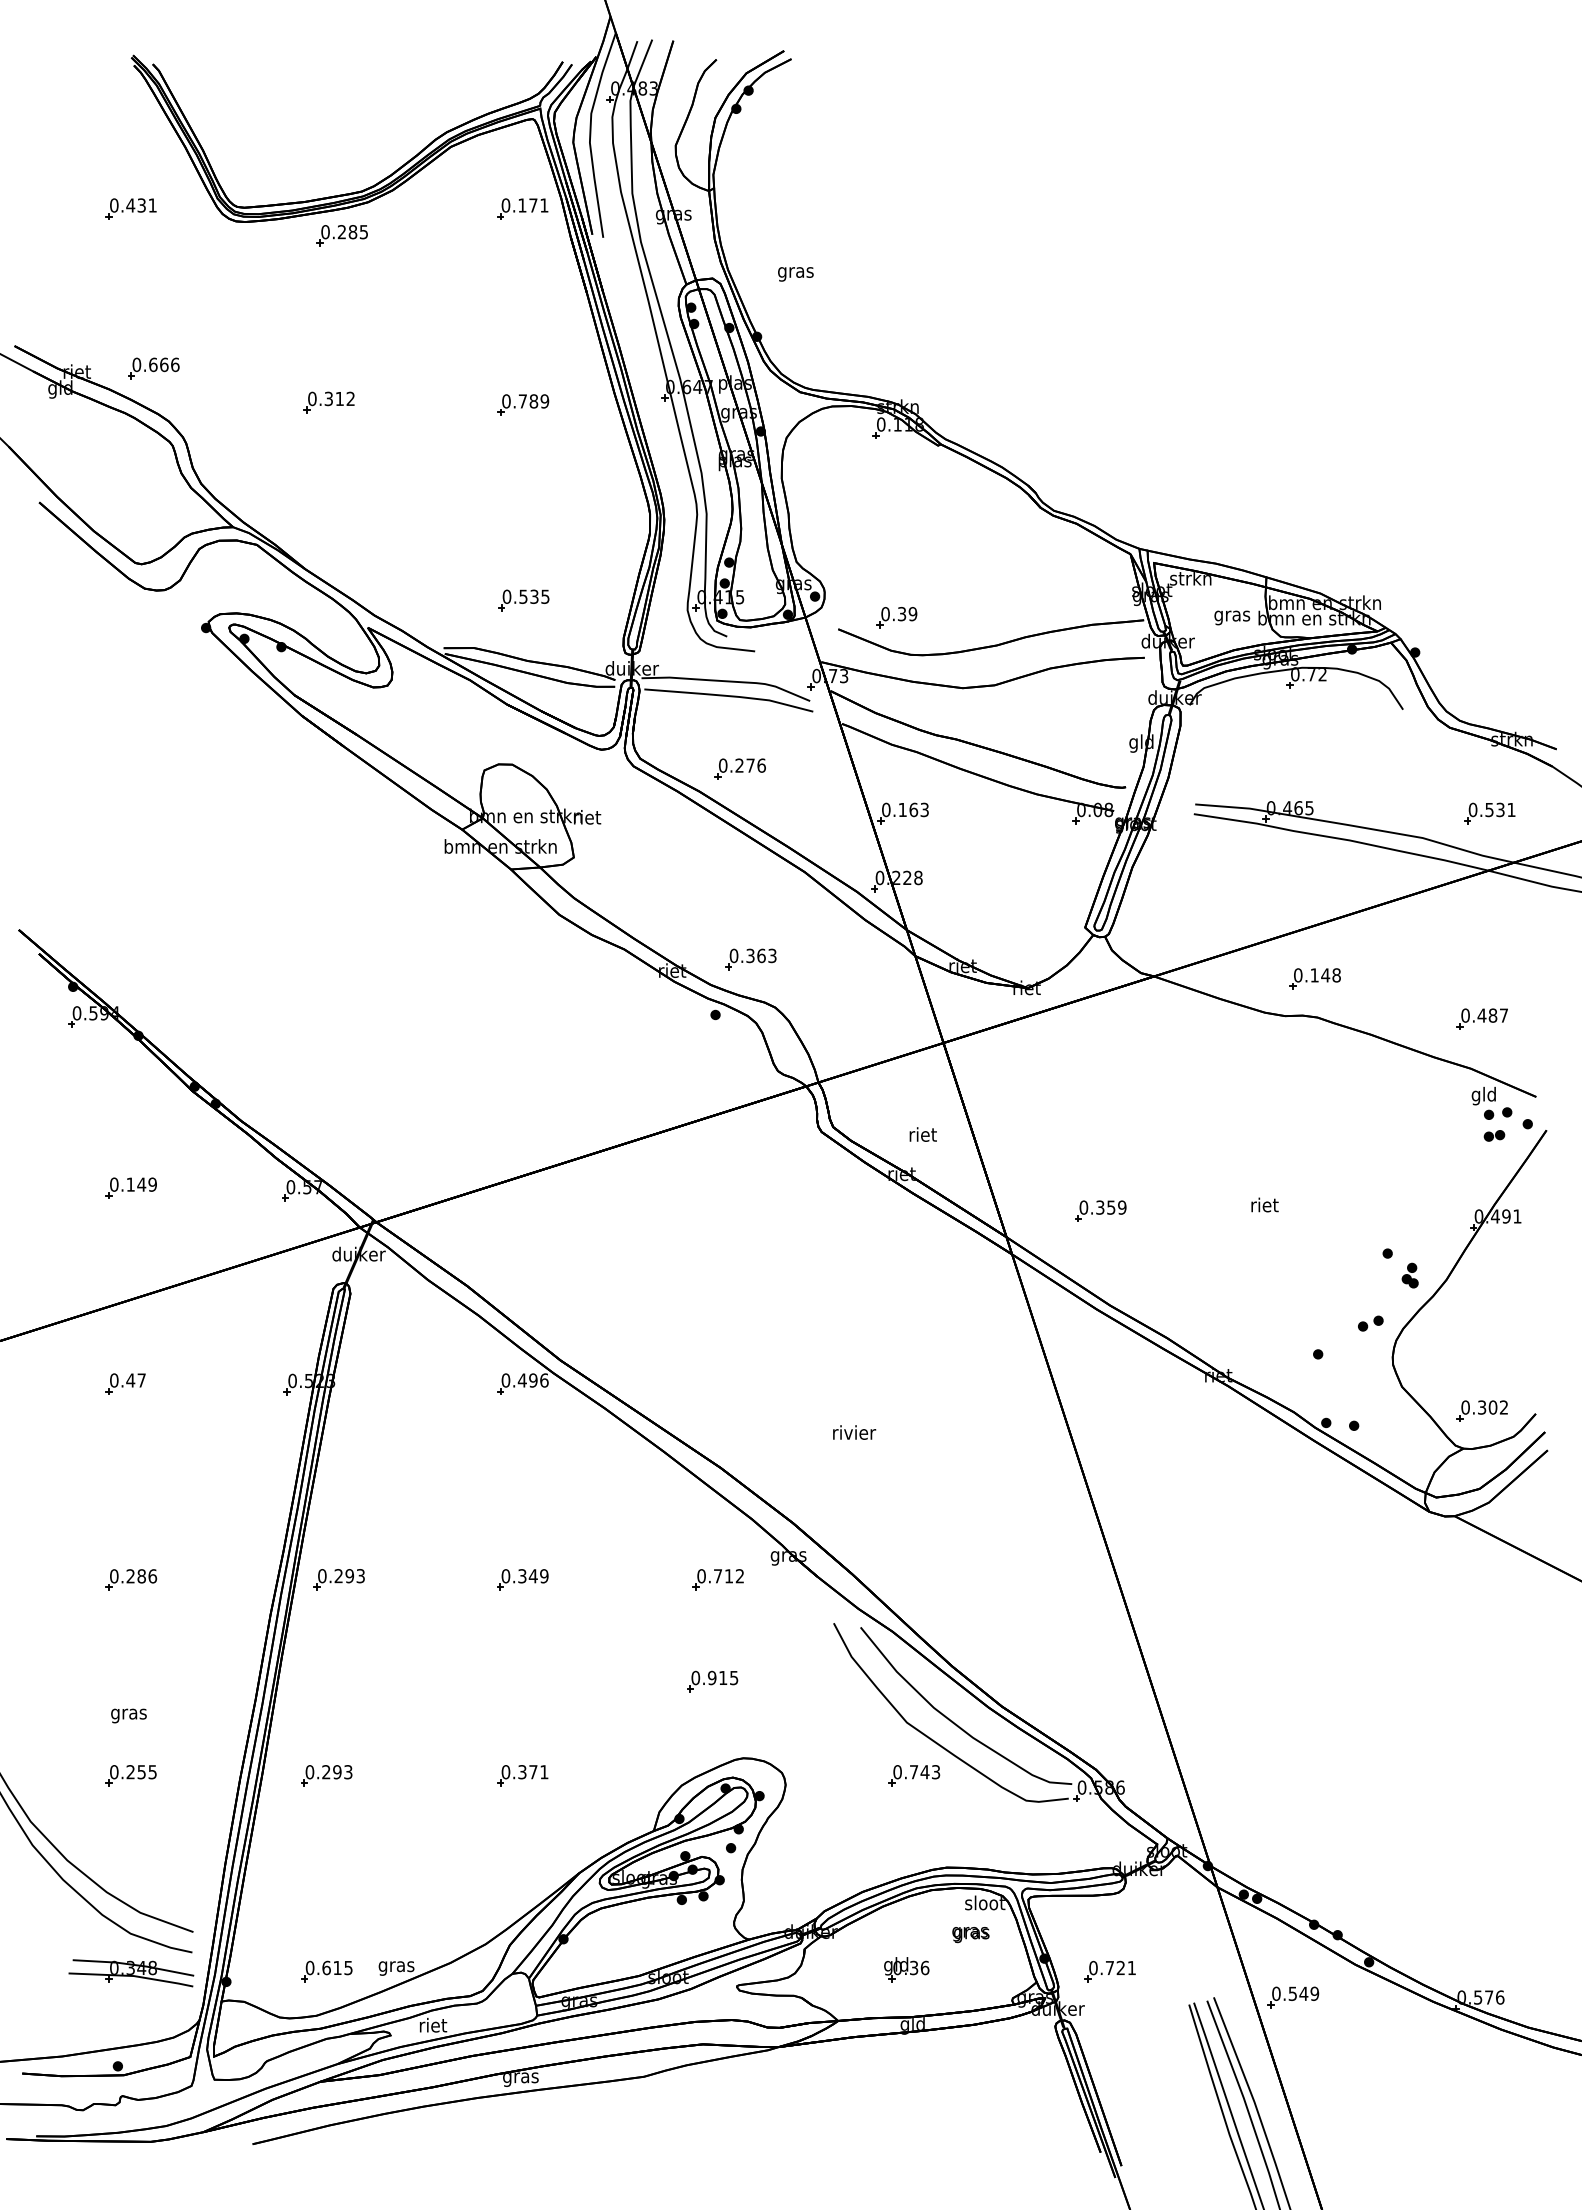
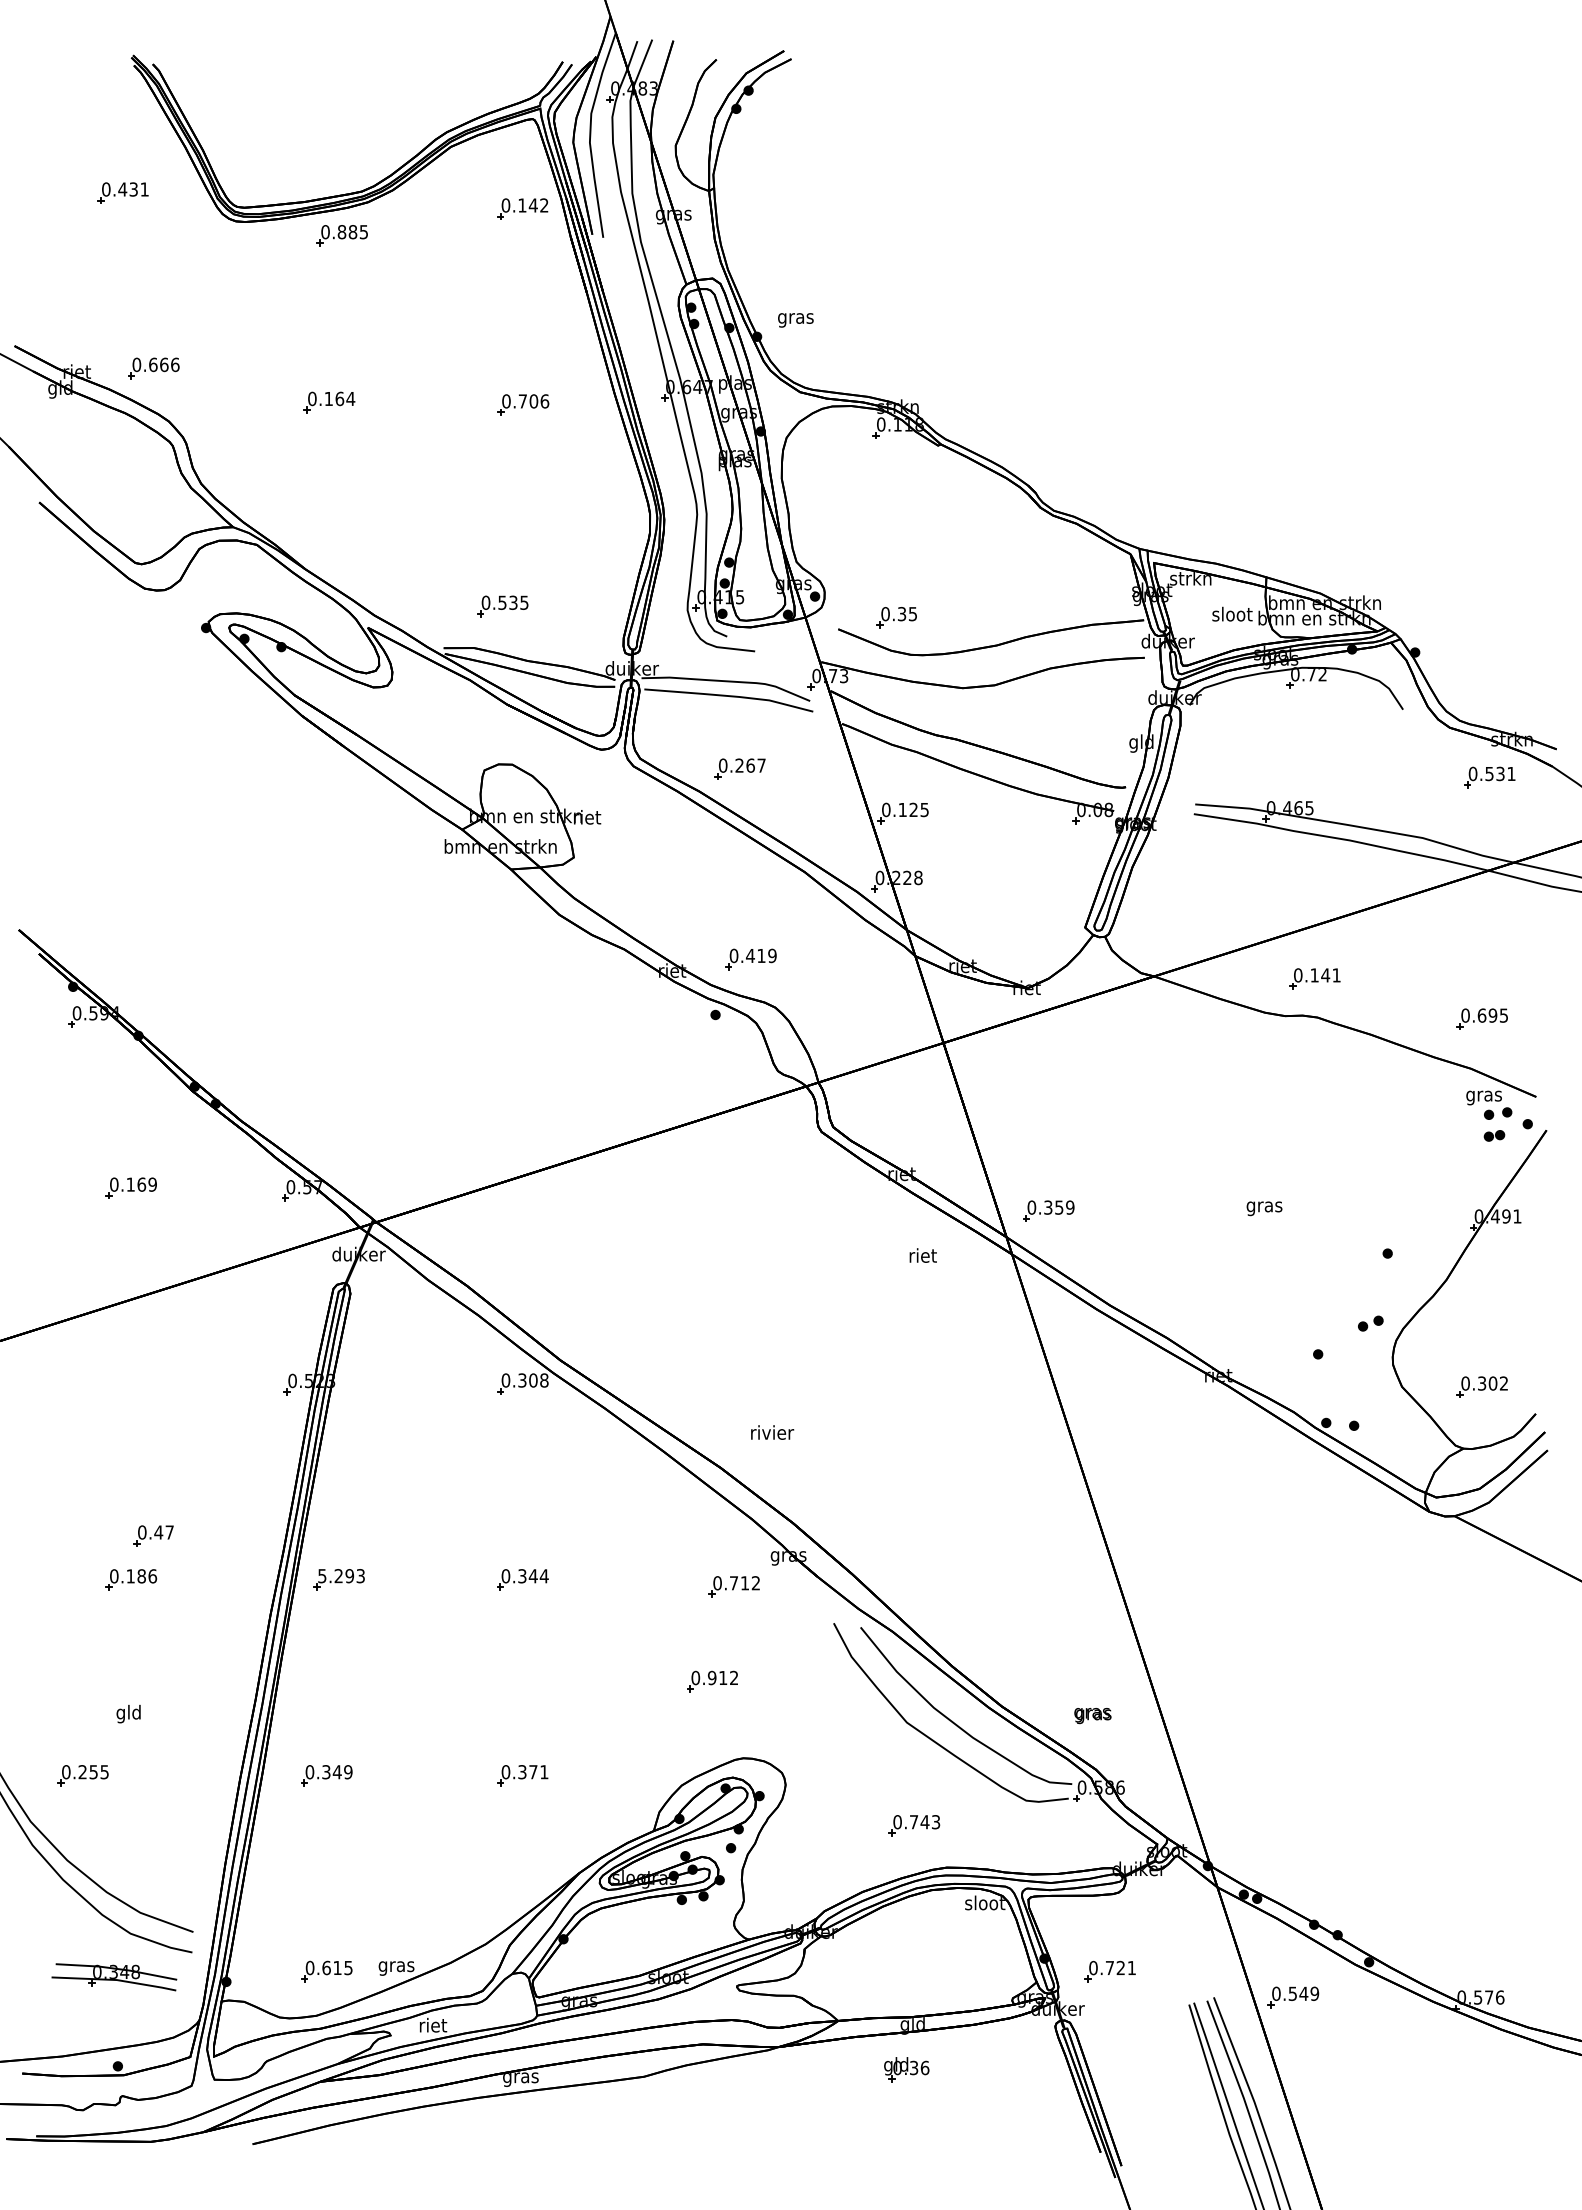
text at (538, 205): 0.171 -> 0.142
part at (130, 208) position: (130, 208) -> (122, 192)
text at (341, 232): 0.285 -> 0.885
text at (795, 274) position: (795, 274) -> (795, 320)
text at (339, 398): 0.312 -> 0.164
text at (539, 401): 0.789 -> 0.706
part at (523, 600) position: (523, 600) -> (502, 606)
text at (912, 613): 0.39 -> 0.35
text at (1232, 615): gras -> sloot
text at (755, 765): 0.276 -> 0.267
text at (918, 809): 0.163 -> 0.125
part at (1489, 813) position: (1489, 813) -> (1489, 777)
text at (761, 955): 0.363 -> 0.419
text at (1336, 975): 0.148 -> 0.141
text at (1492, 1015): 0.487 -> 0.695
text at (1483, 1095): gld -> gras
text at (922, 1134) position: (922, 1134) -> (922, 1255)
text at (141, 1184): 0.149 -> 0.169
text at (1264, 1206): riet -> gras
part at (1100, 1210) position: (1100, 1210) -> (1048, 1210)
part at (1409, 1275): present -> none
text at (532, 1380): 0.496 -> 0.308
part at (125, 1383) position: (125, 1383) -> (153, 1535)
part at (1481, 1410) position: (1481, 1410) -> (1481, 1386)
text at (854, 1432) position: (854, 1432) -> (772, 1432)
text at (130, 1576): 0.286 -> 0.186
text at (322, 1576): 0.293 -> 5.293
text at (543, 1576): 0.349 -> 0.344
part at (717, 1579) position: (717, 1579) -> (733, 1586)
text at (734, 1677): 0.915 -> 0.912
text at (128, 1713): gras -> gld
text at (337, 1772): 0.293 -> 0.349
part at (130, 1775) position: (130, 1775) -> (82, 1775)
part at (914, 1775) position: (914, 1775) -> (914, 1825)
text at (970, 1935) position: (970, 1935) -> (1092, 1716)
part at (906, 1969) position: (906, 1969) -> (906, 2069)
part at (131, 1973) position: (131, 1973) -> (114, 1977)
